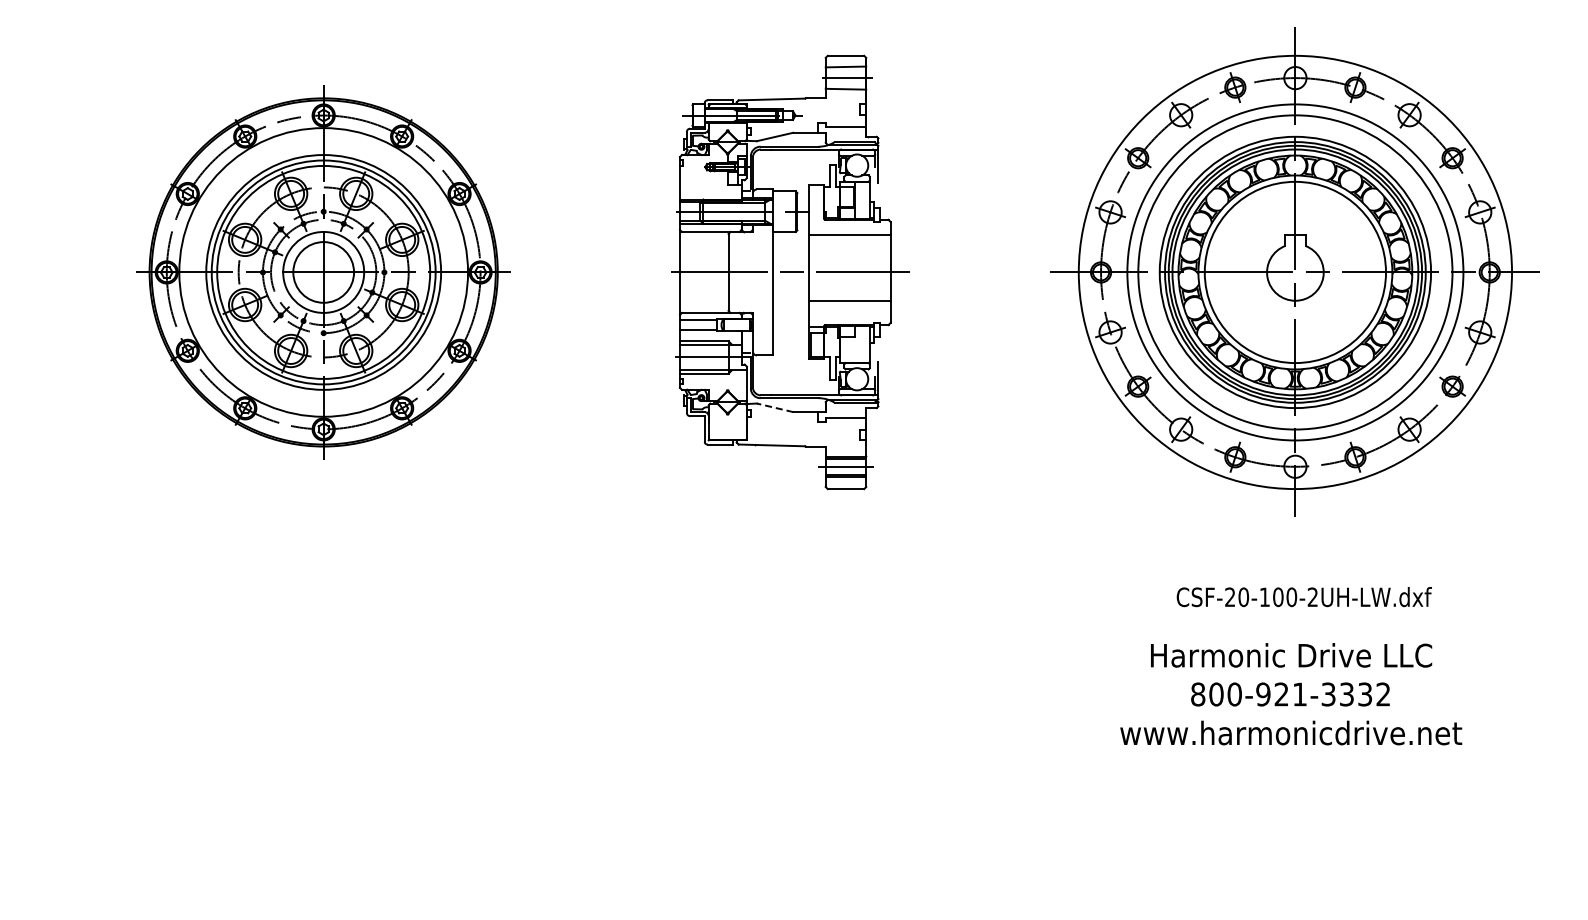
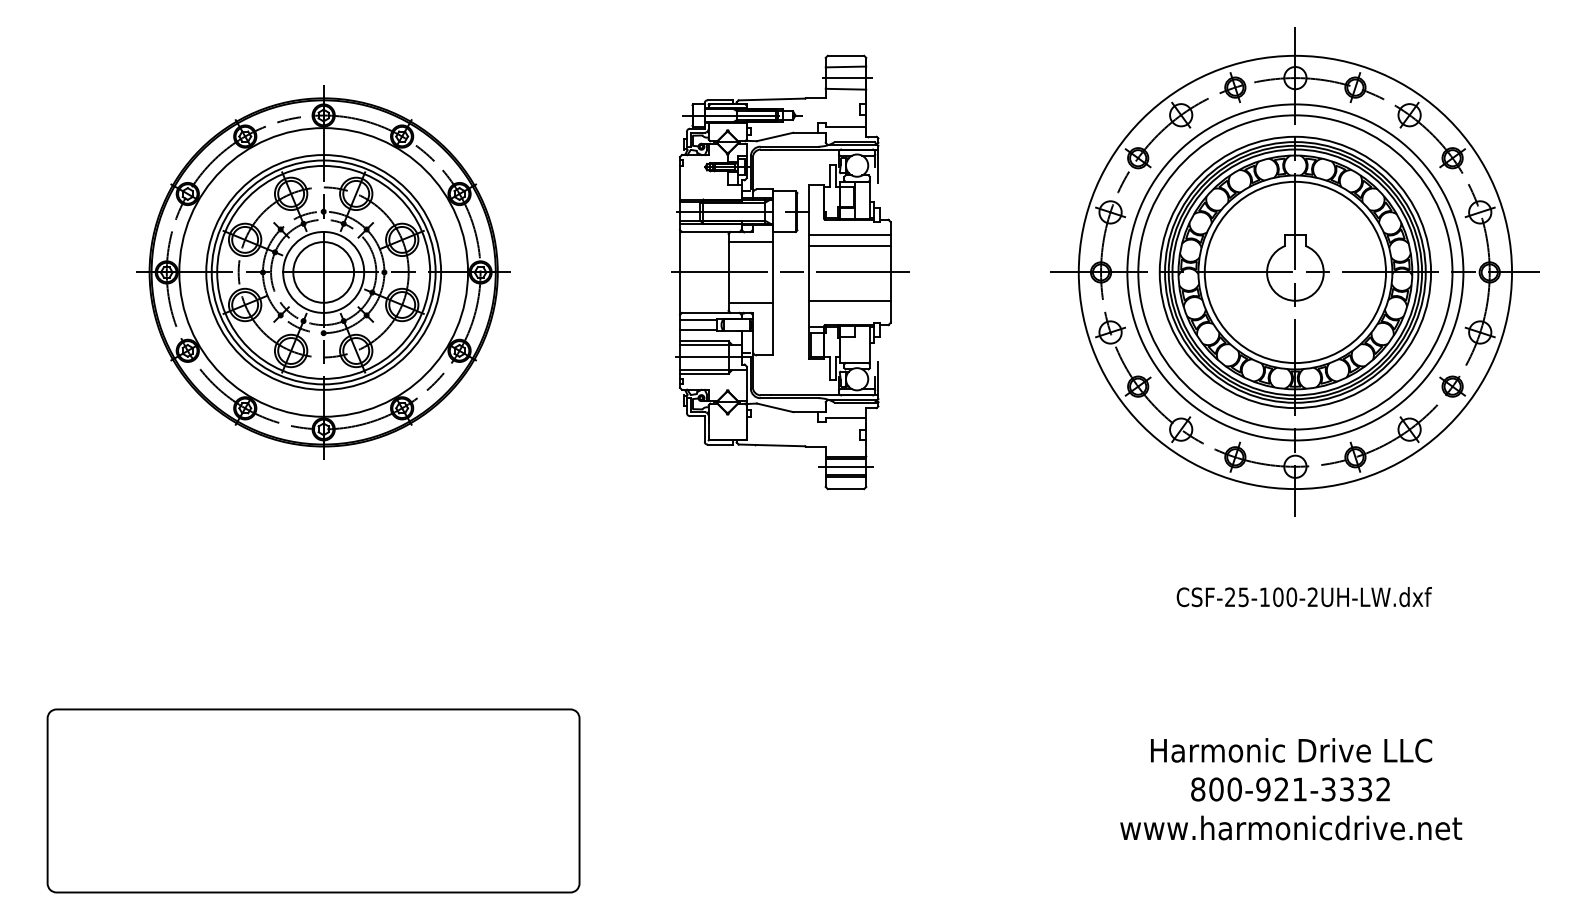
line at (750, 242): none -> present
line at (849, 245): none -> present
line at (750, 302): none -> present
line at (775, 407): dashed -> solid
text at (1243, 597): CSF-20-100-2UH-LW.dxf -> CSF-25-100-2UH-LW.dxf
text at (1291, 694) position: (1291, 694) -> (1291, 789)
part at (313, 800): none -> present
